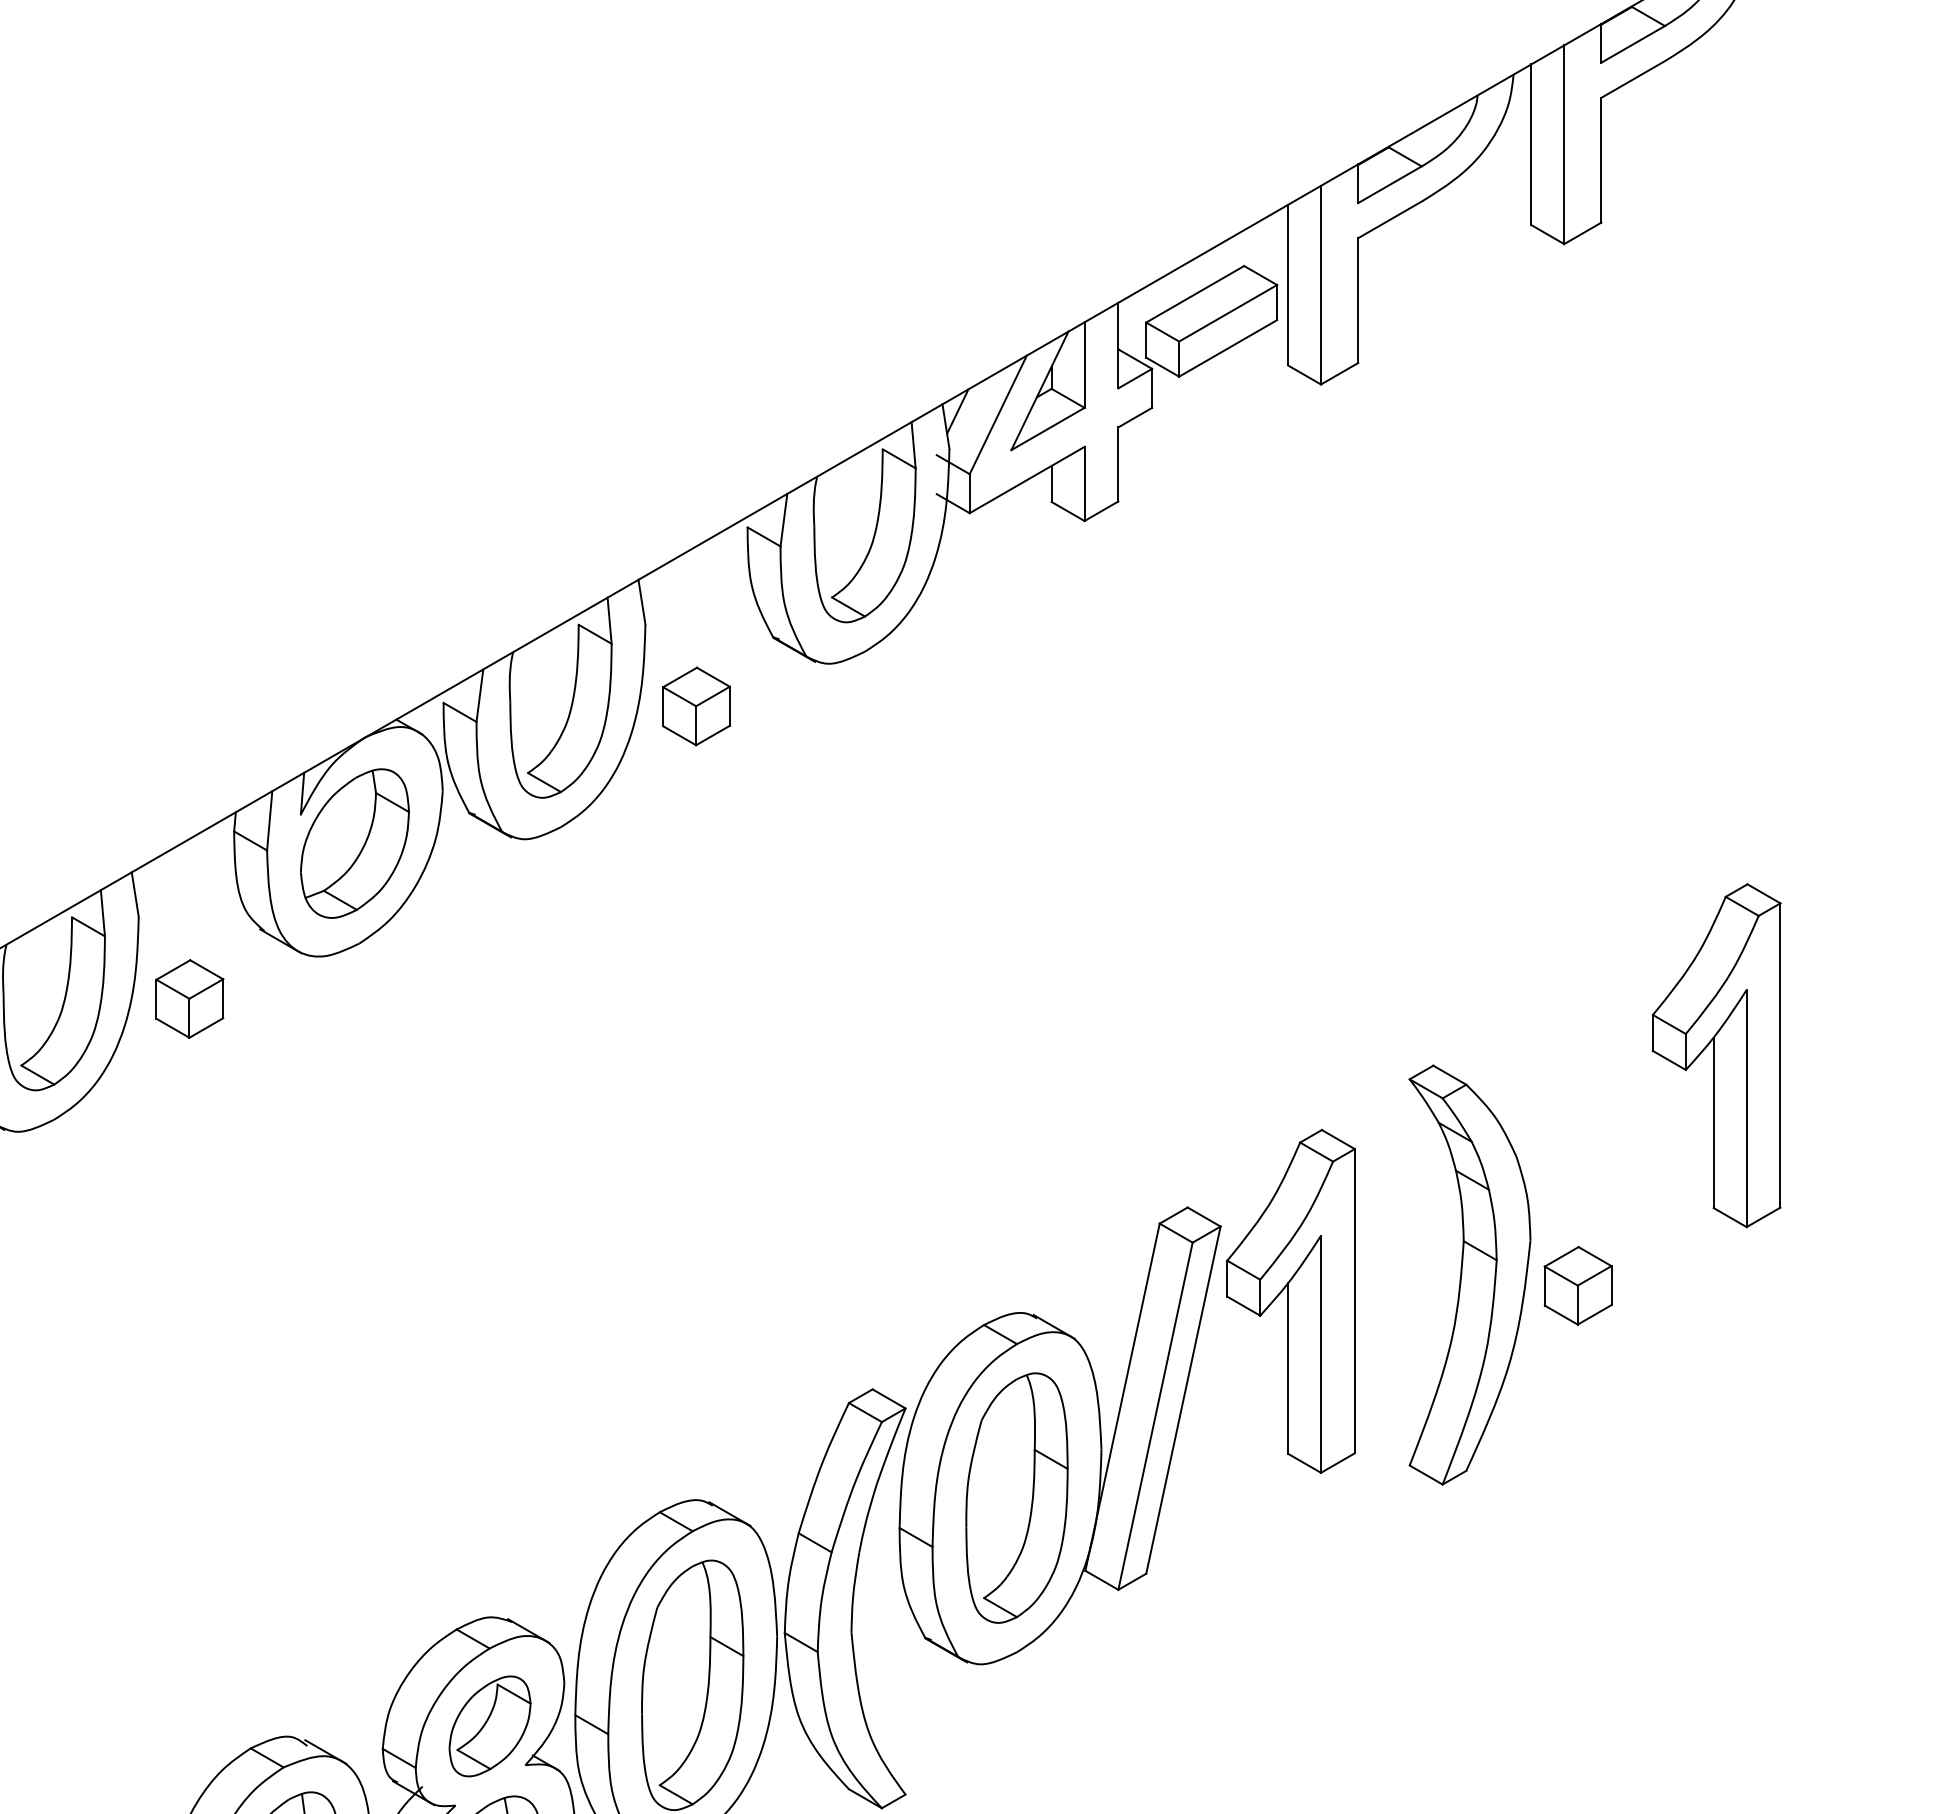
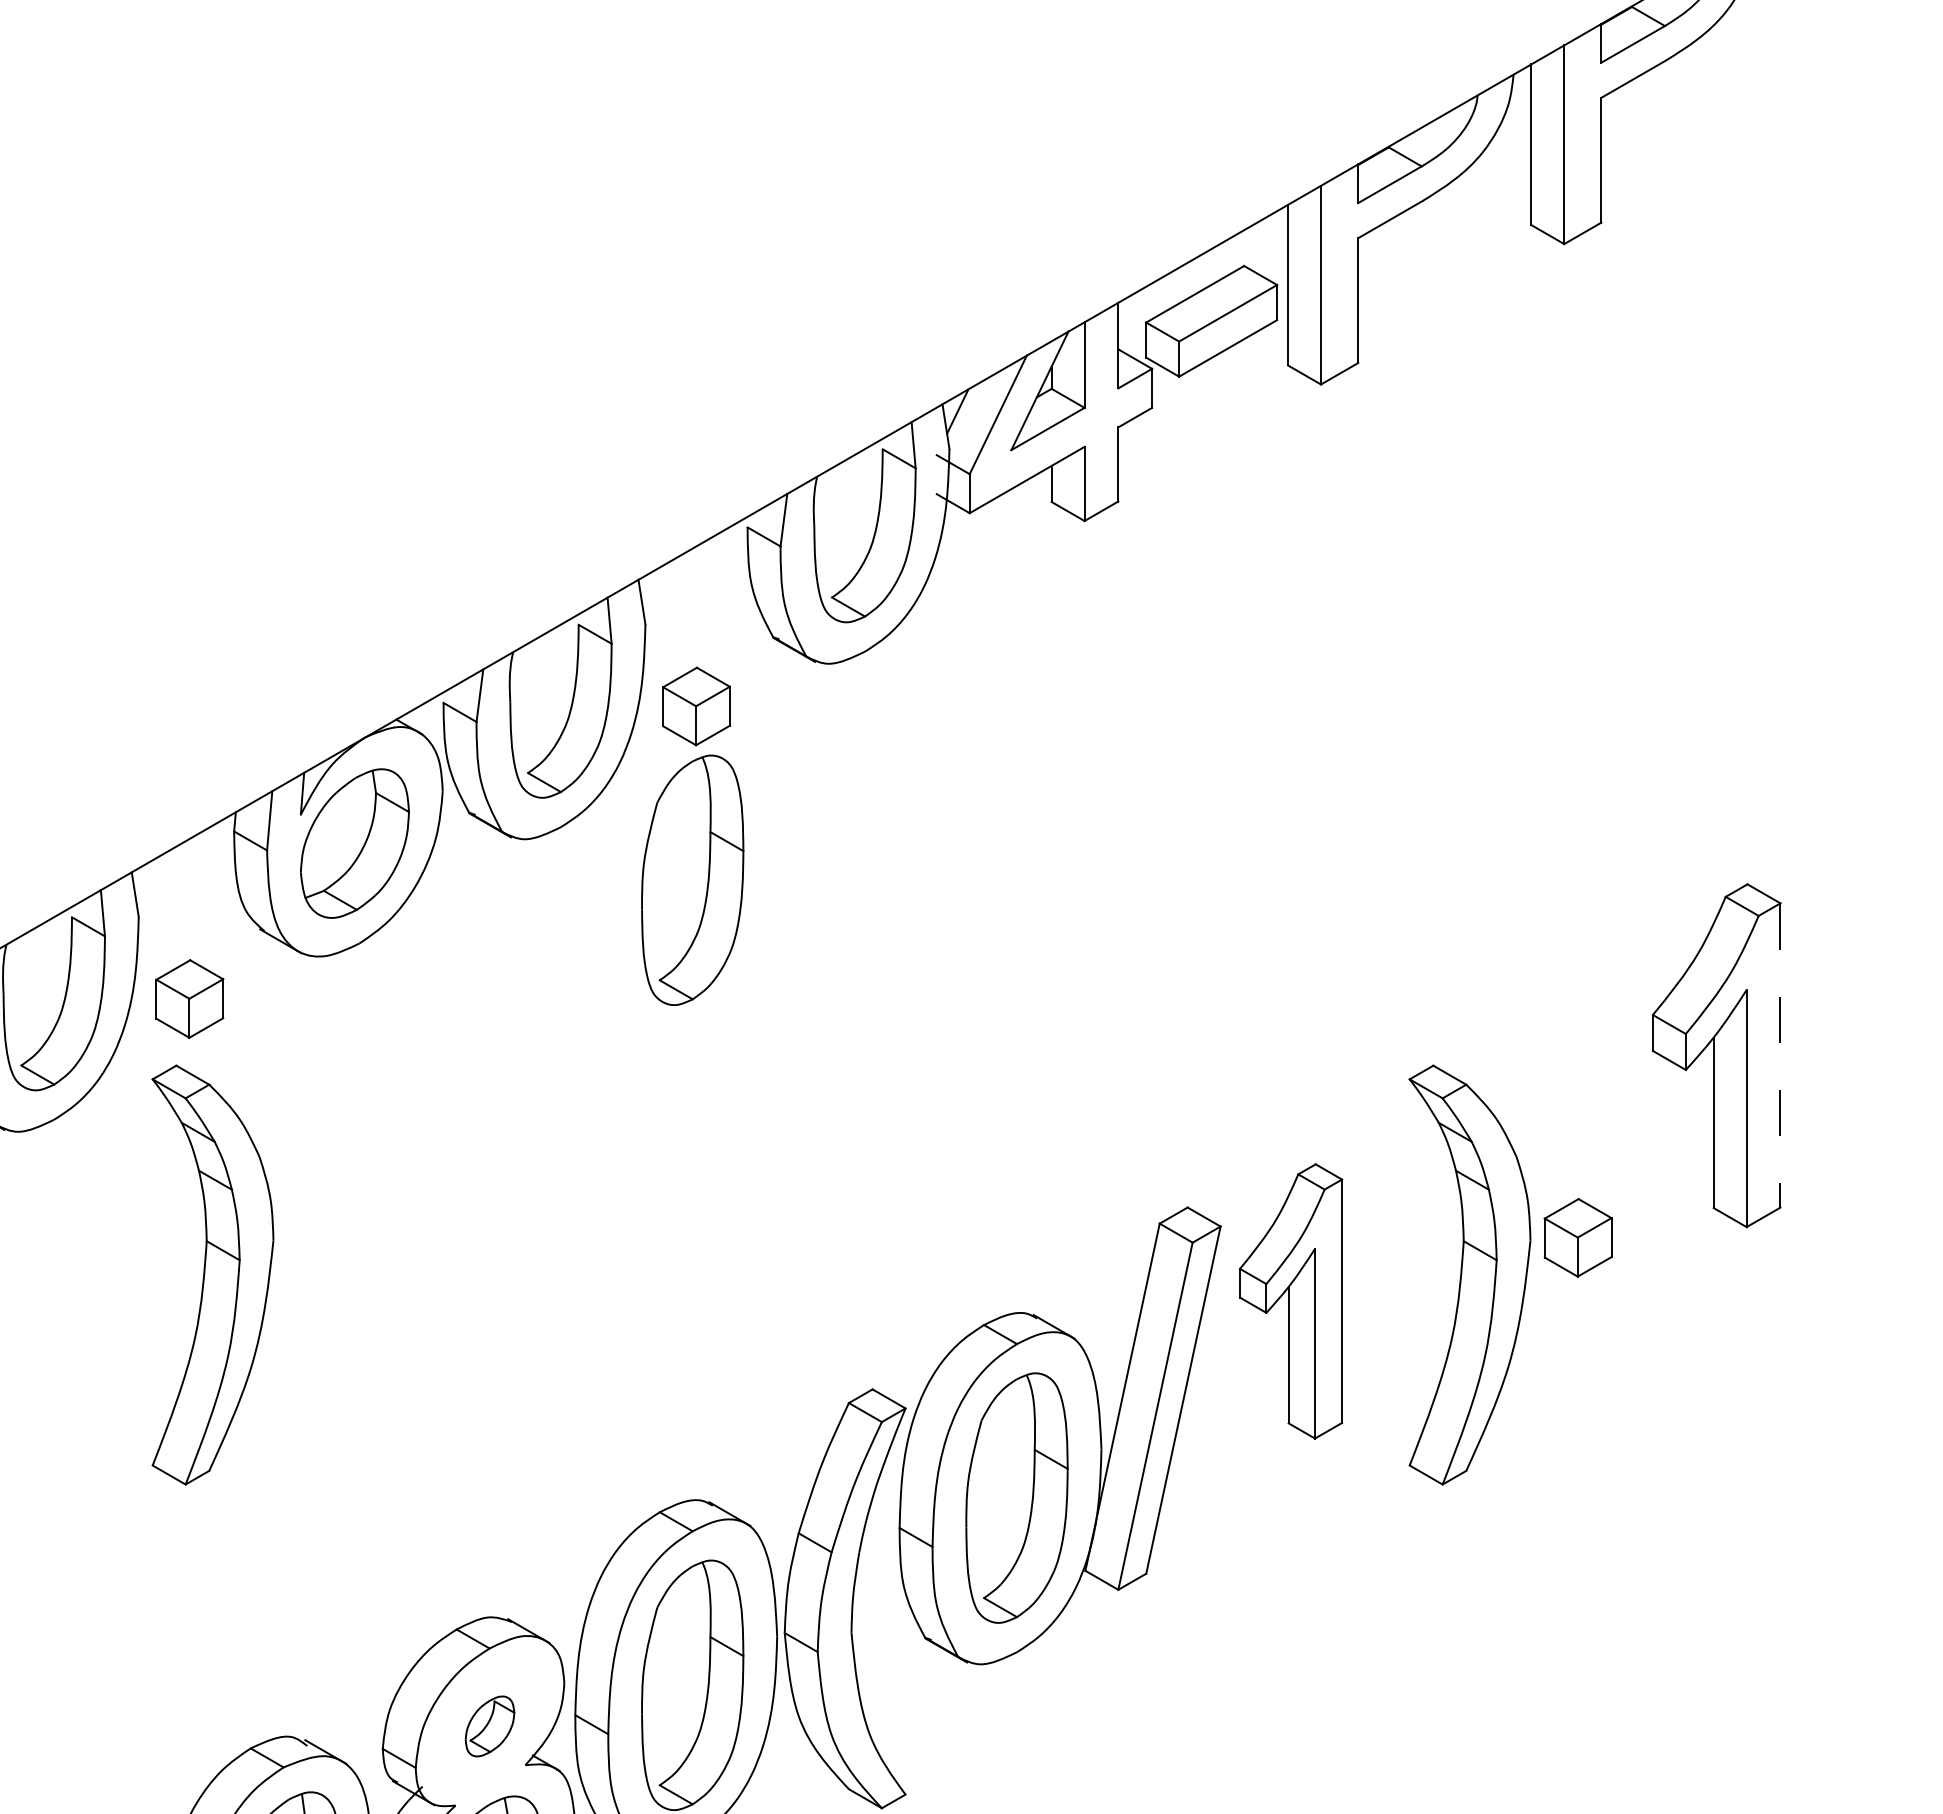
part at (692, 879): none -> present
line at (1780, 1055): solid -> dashed
part at (212, 1274): none -> present
part at (1577, 1285) position: (1577, 1285) -> (1577, 1237)
part at (1290, 1301) size: 130x345 px -> 105x277 px
part at (489, 1726) size: 84x103 px -> 52x63 px
